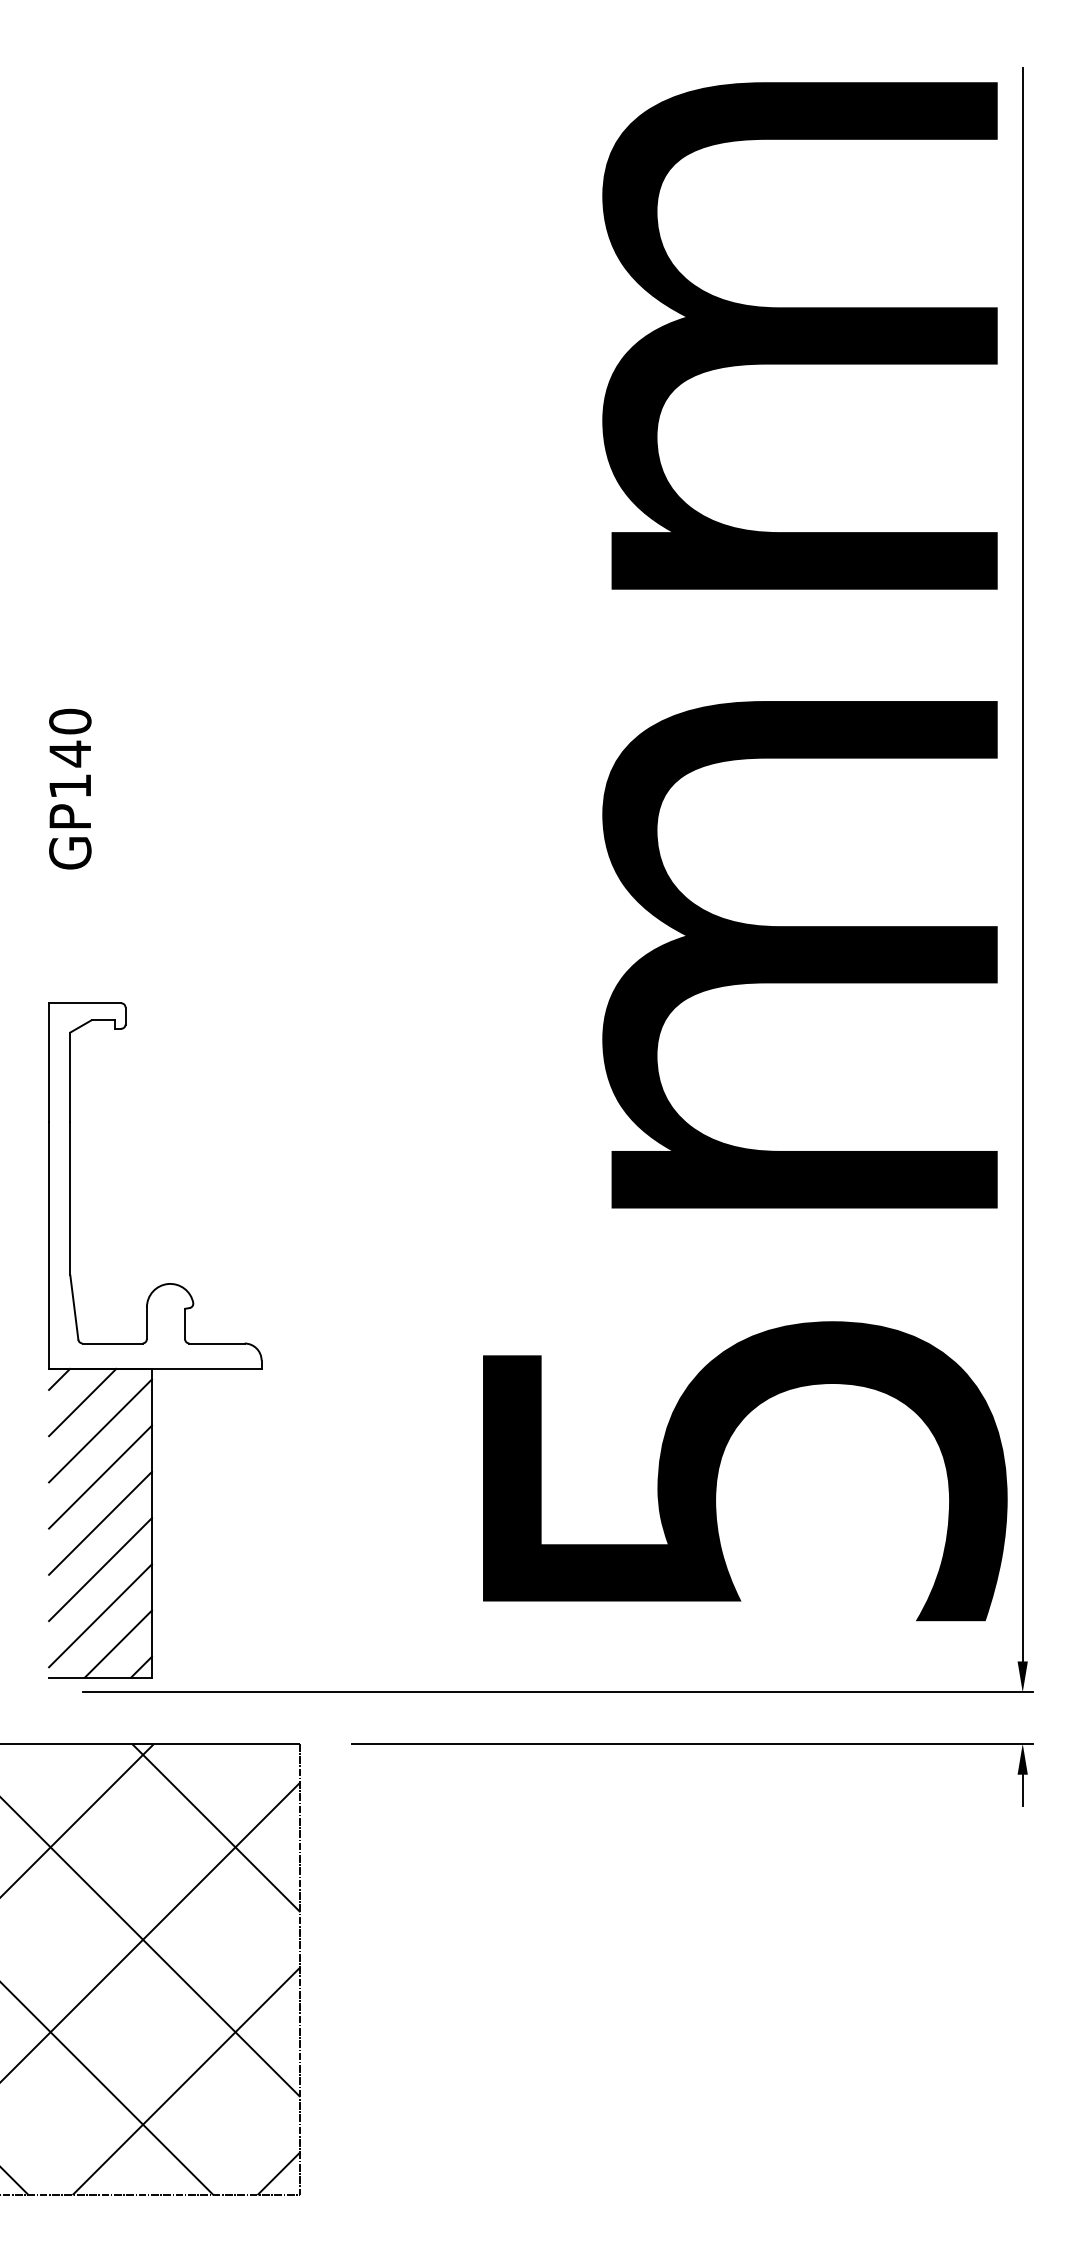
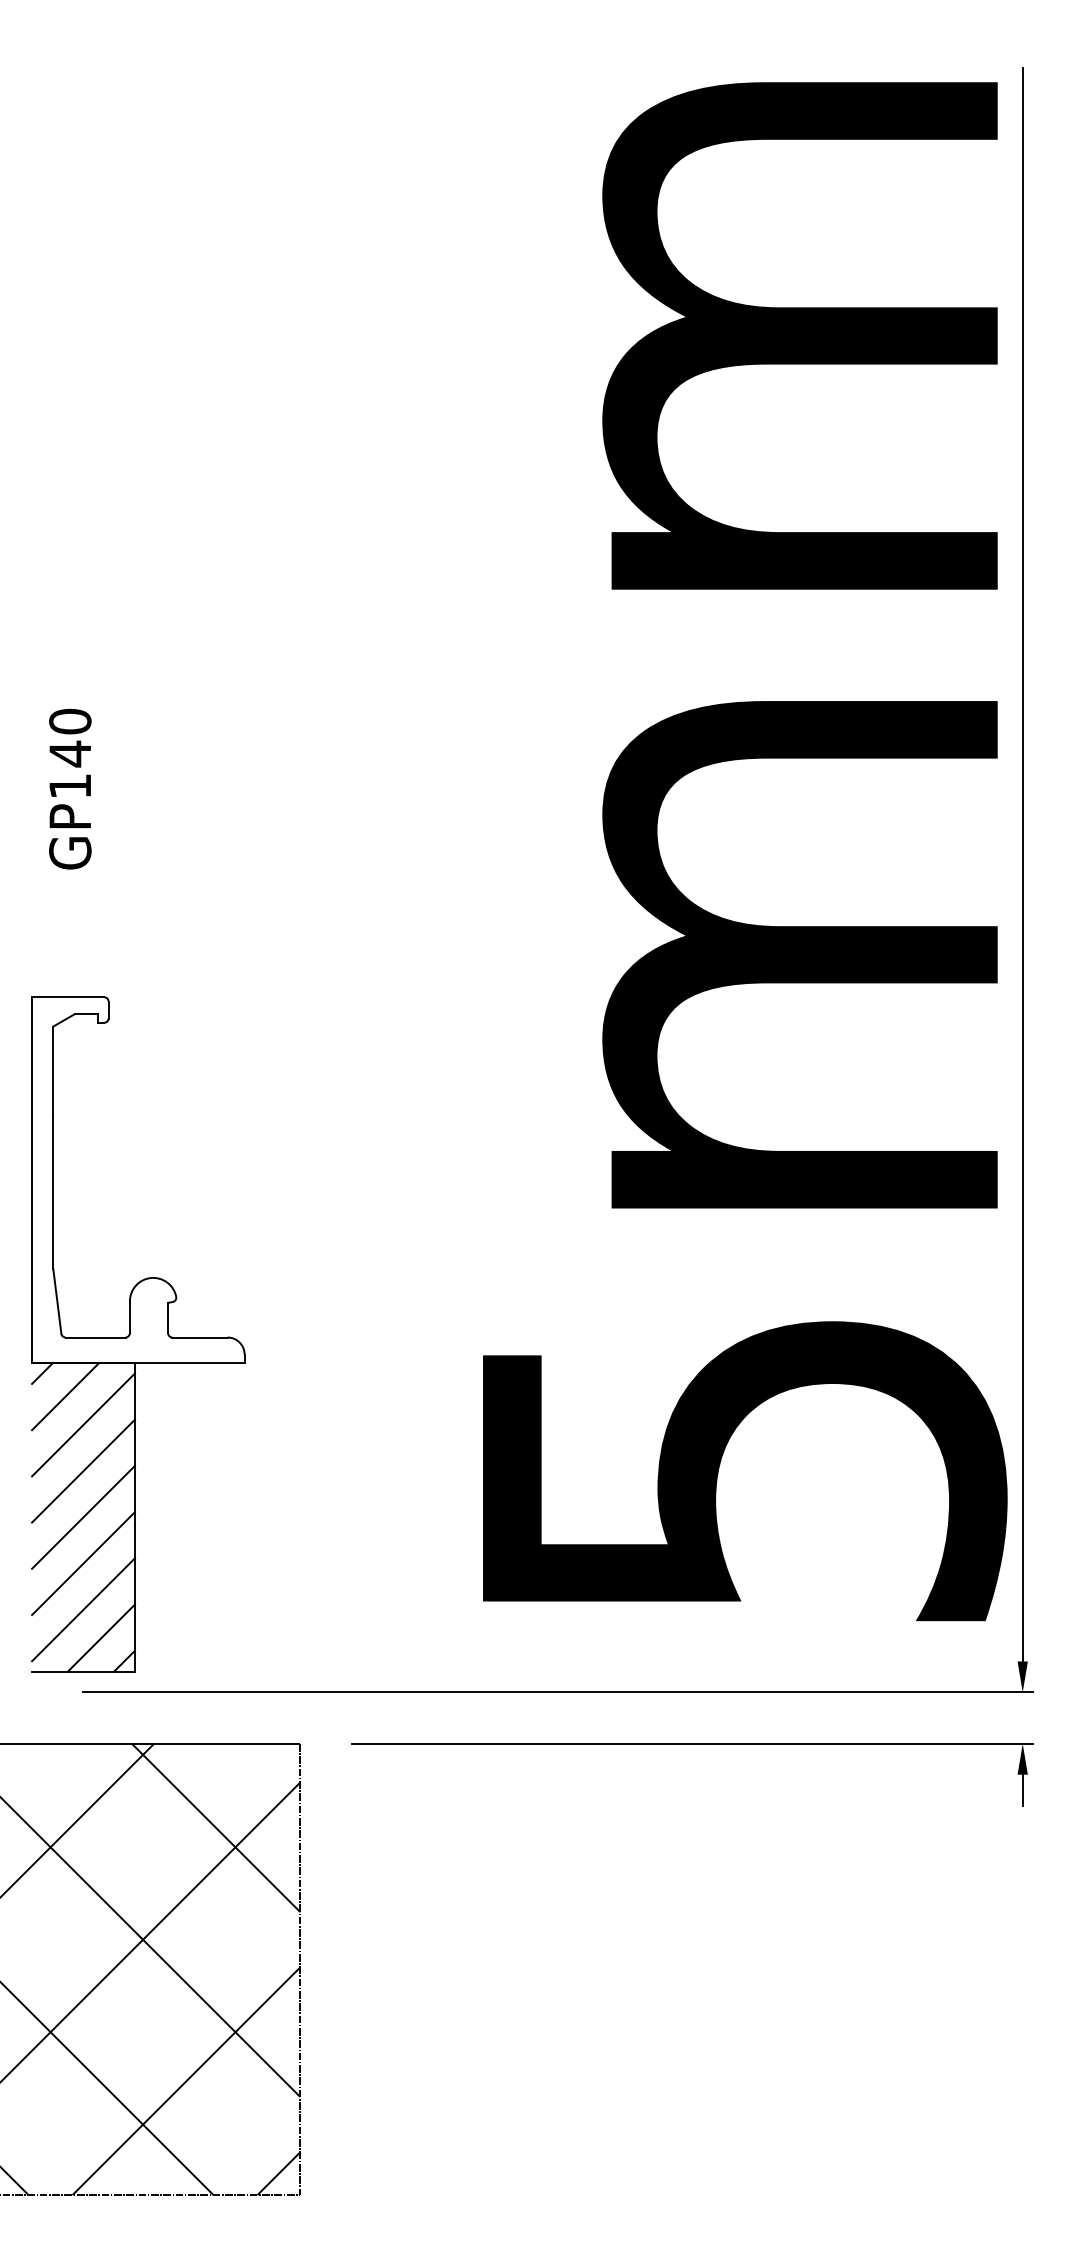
part at (155, 1340) position: (155, 1340) -> (138, 1334)
